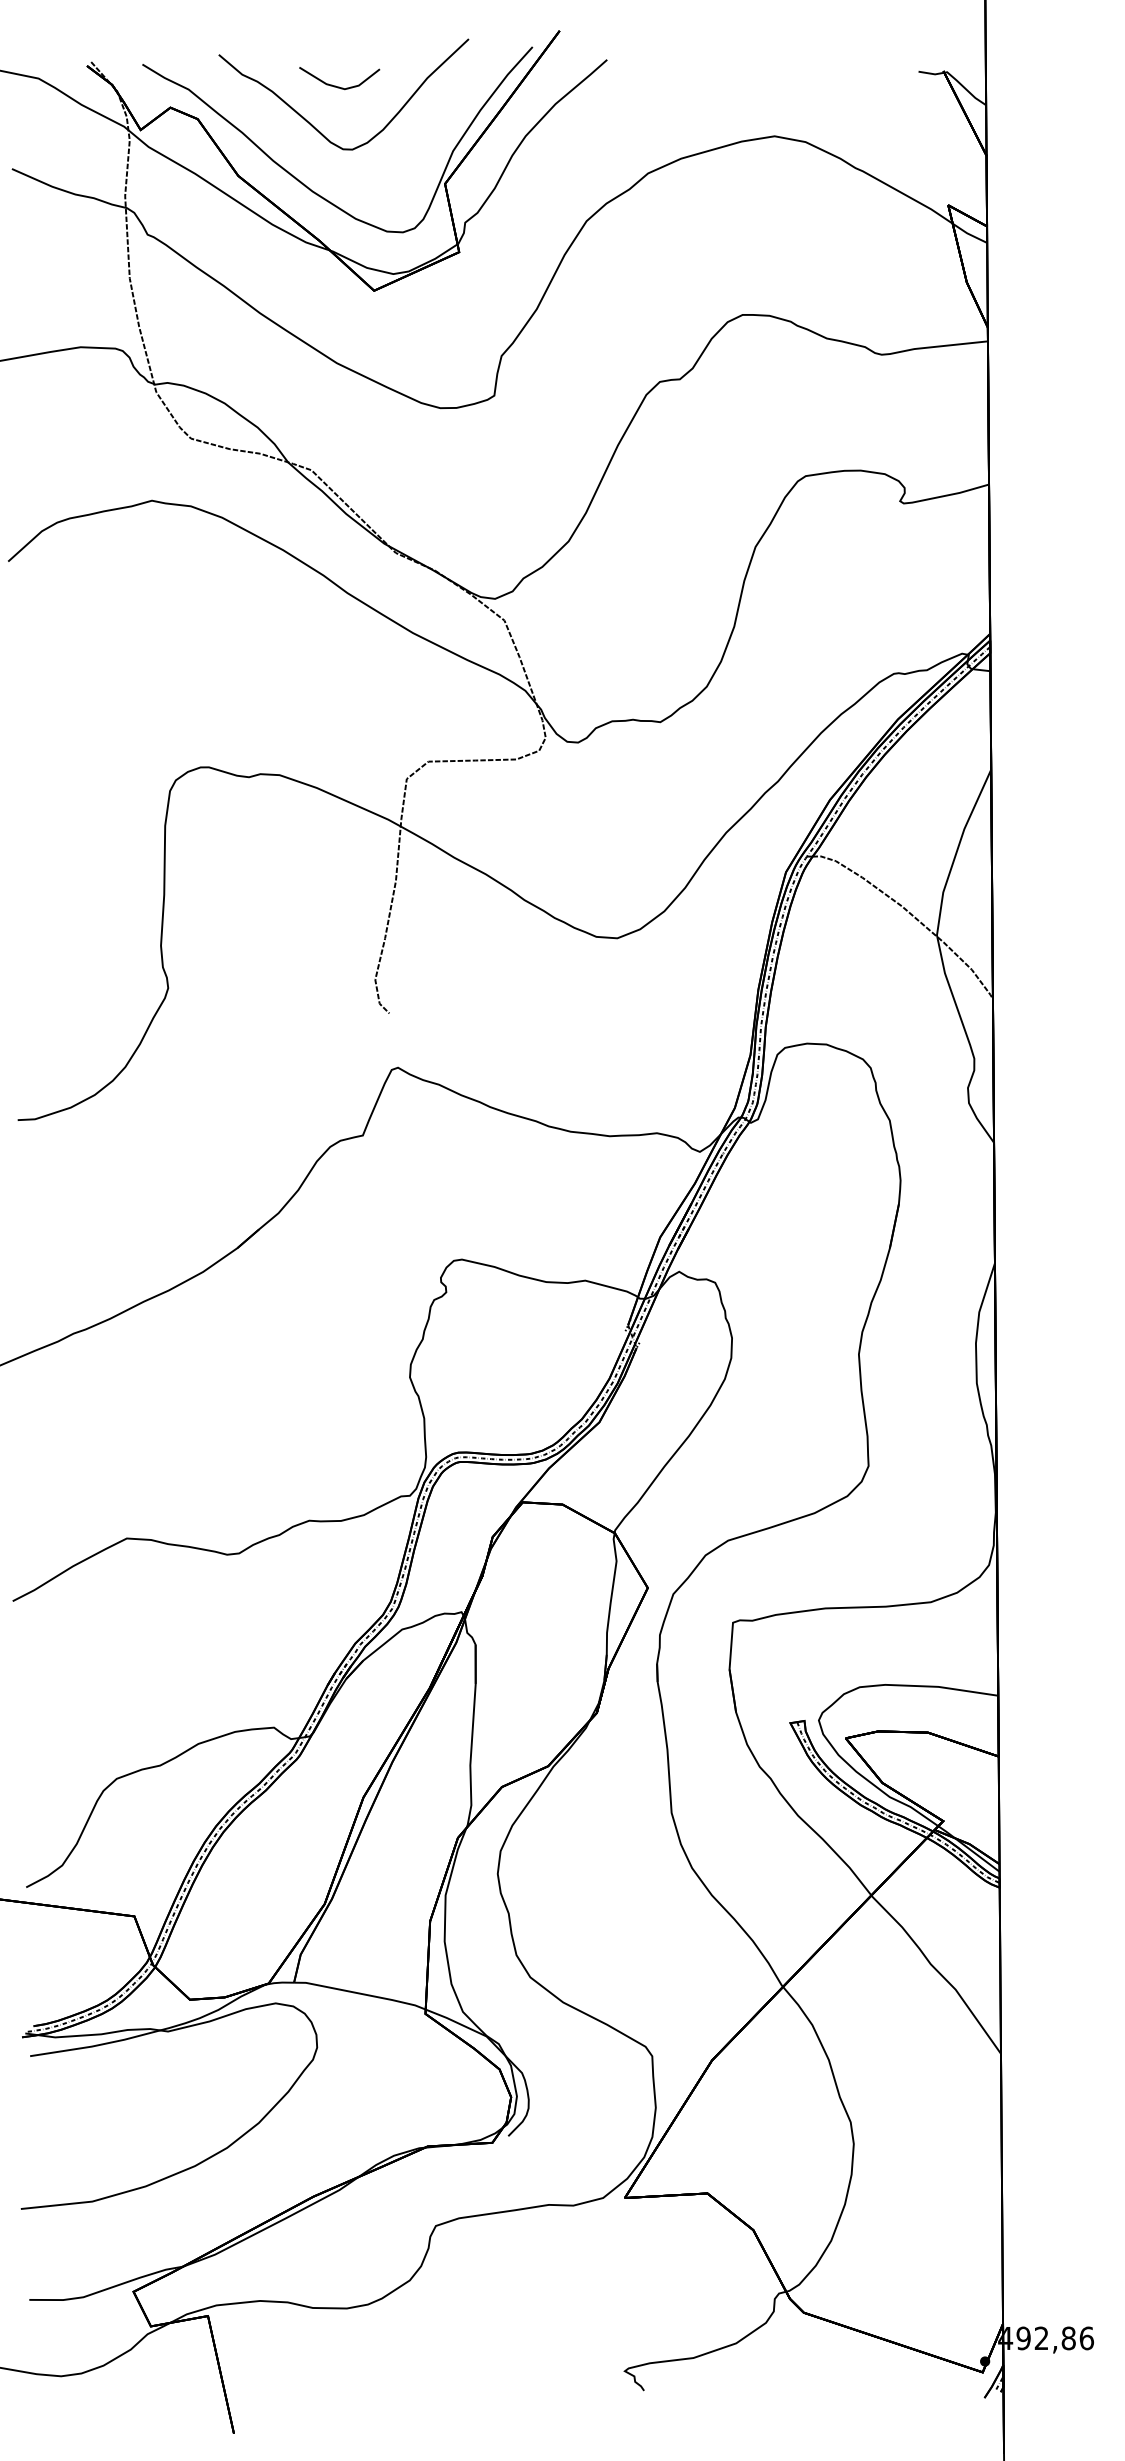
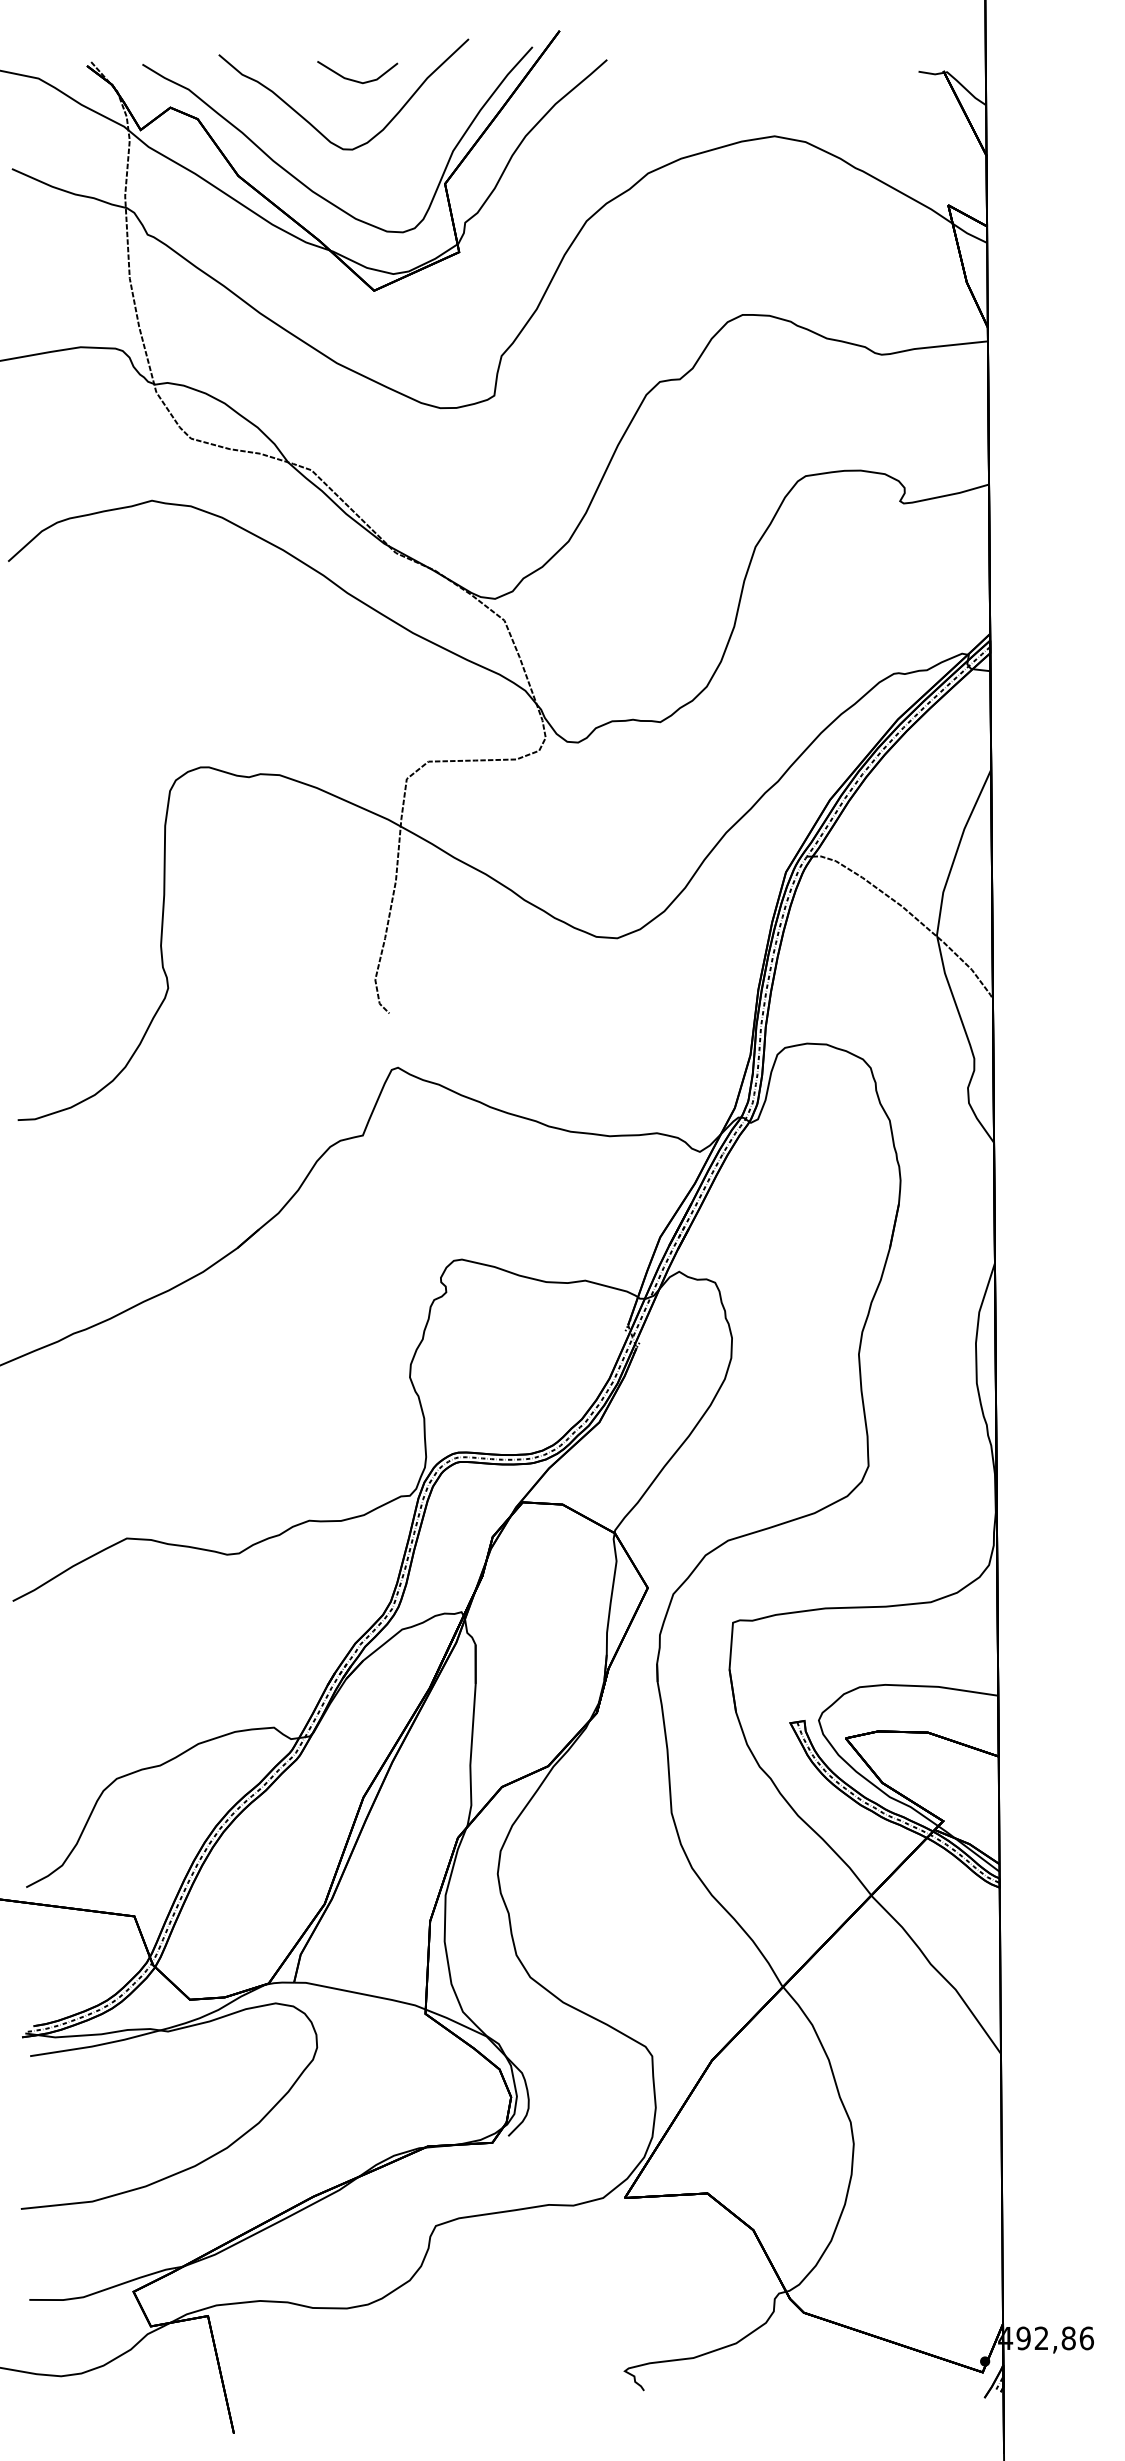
line at (339, 86) position: (339, 86) -> (357, 80)
